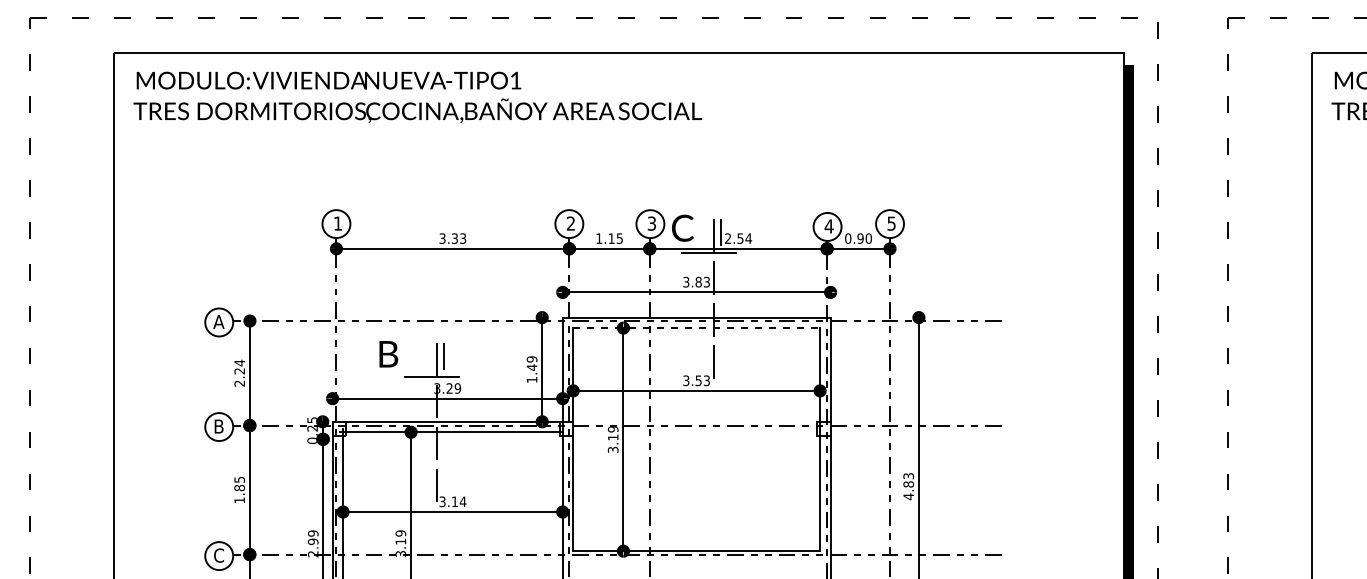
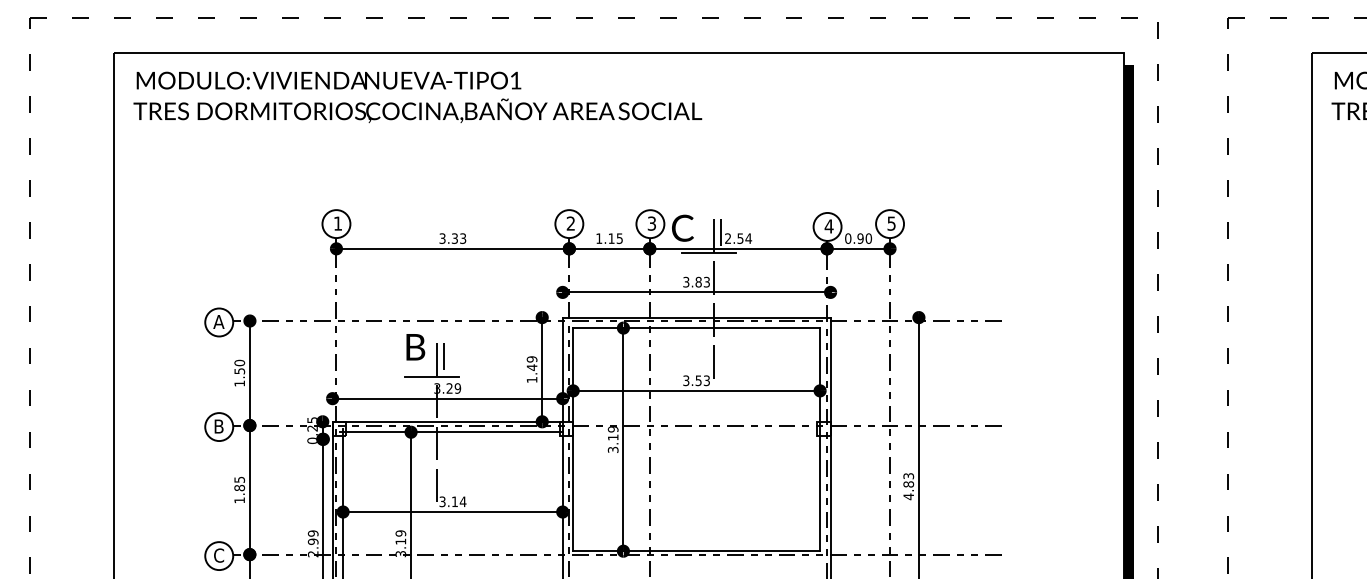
line at (697, 328): dashed -> solid
text at (388, 354) position: (388, 354) -> (415, 347)
text at (239, 372): 2.24 -> 1.50
